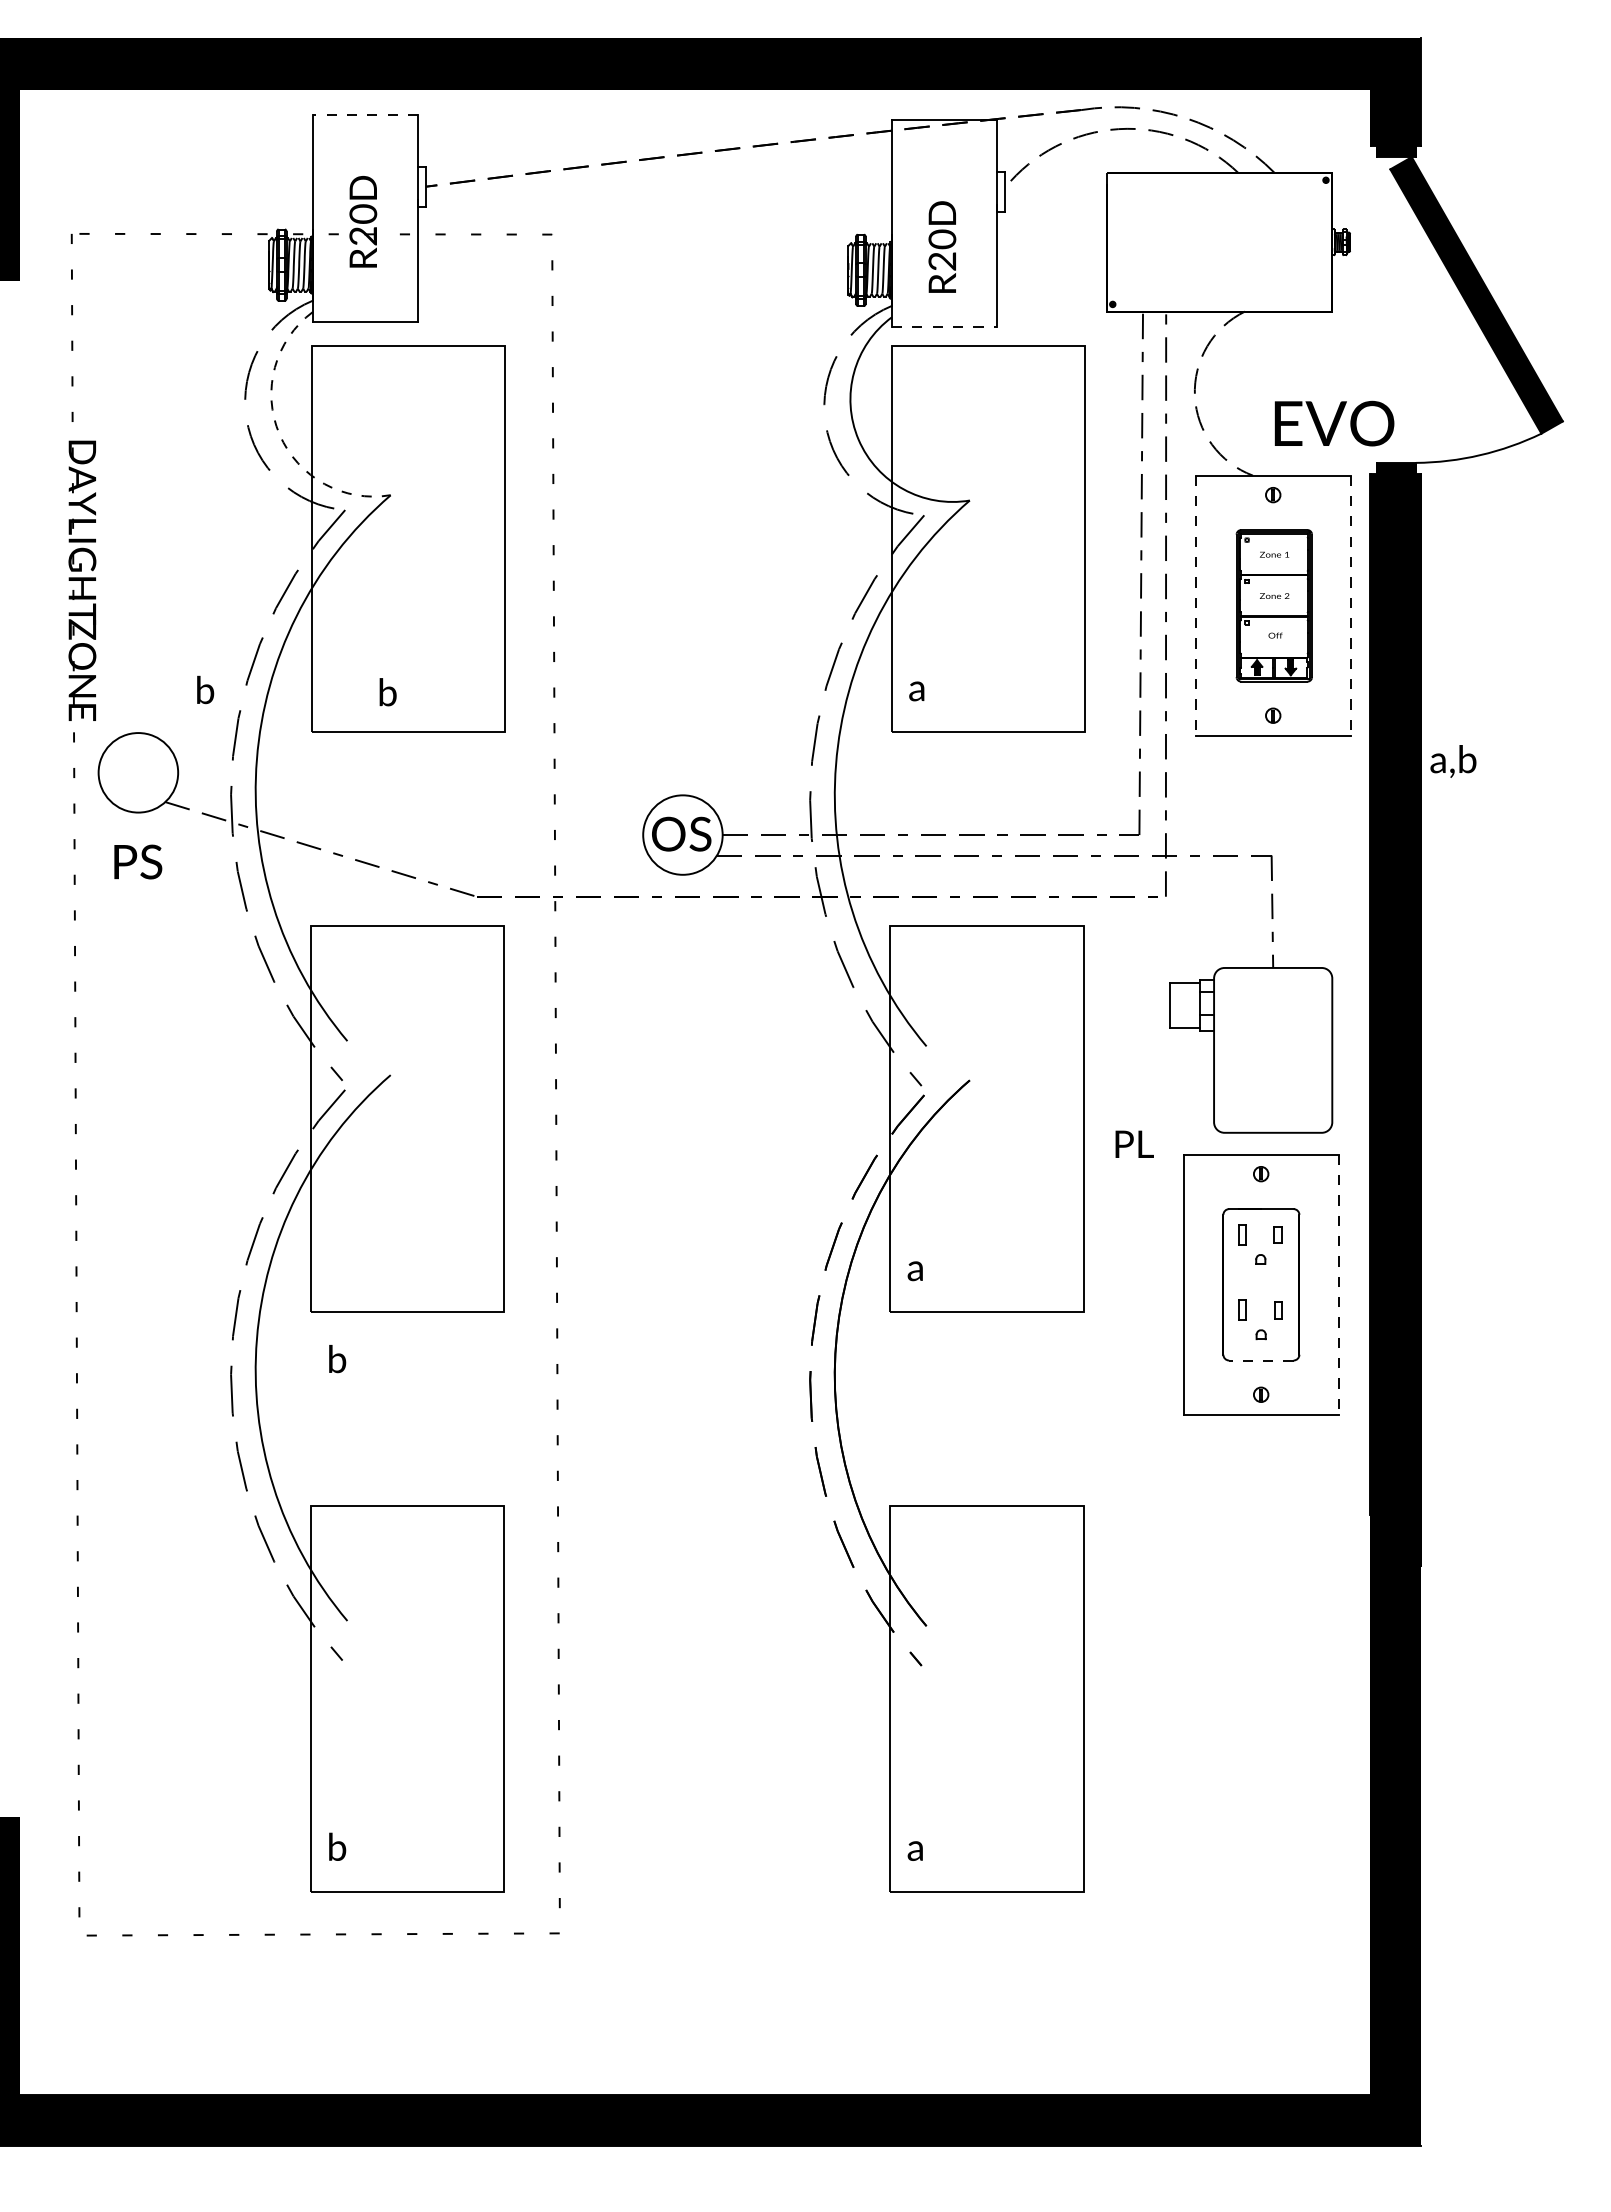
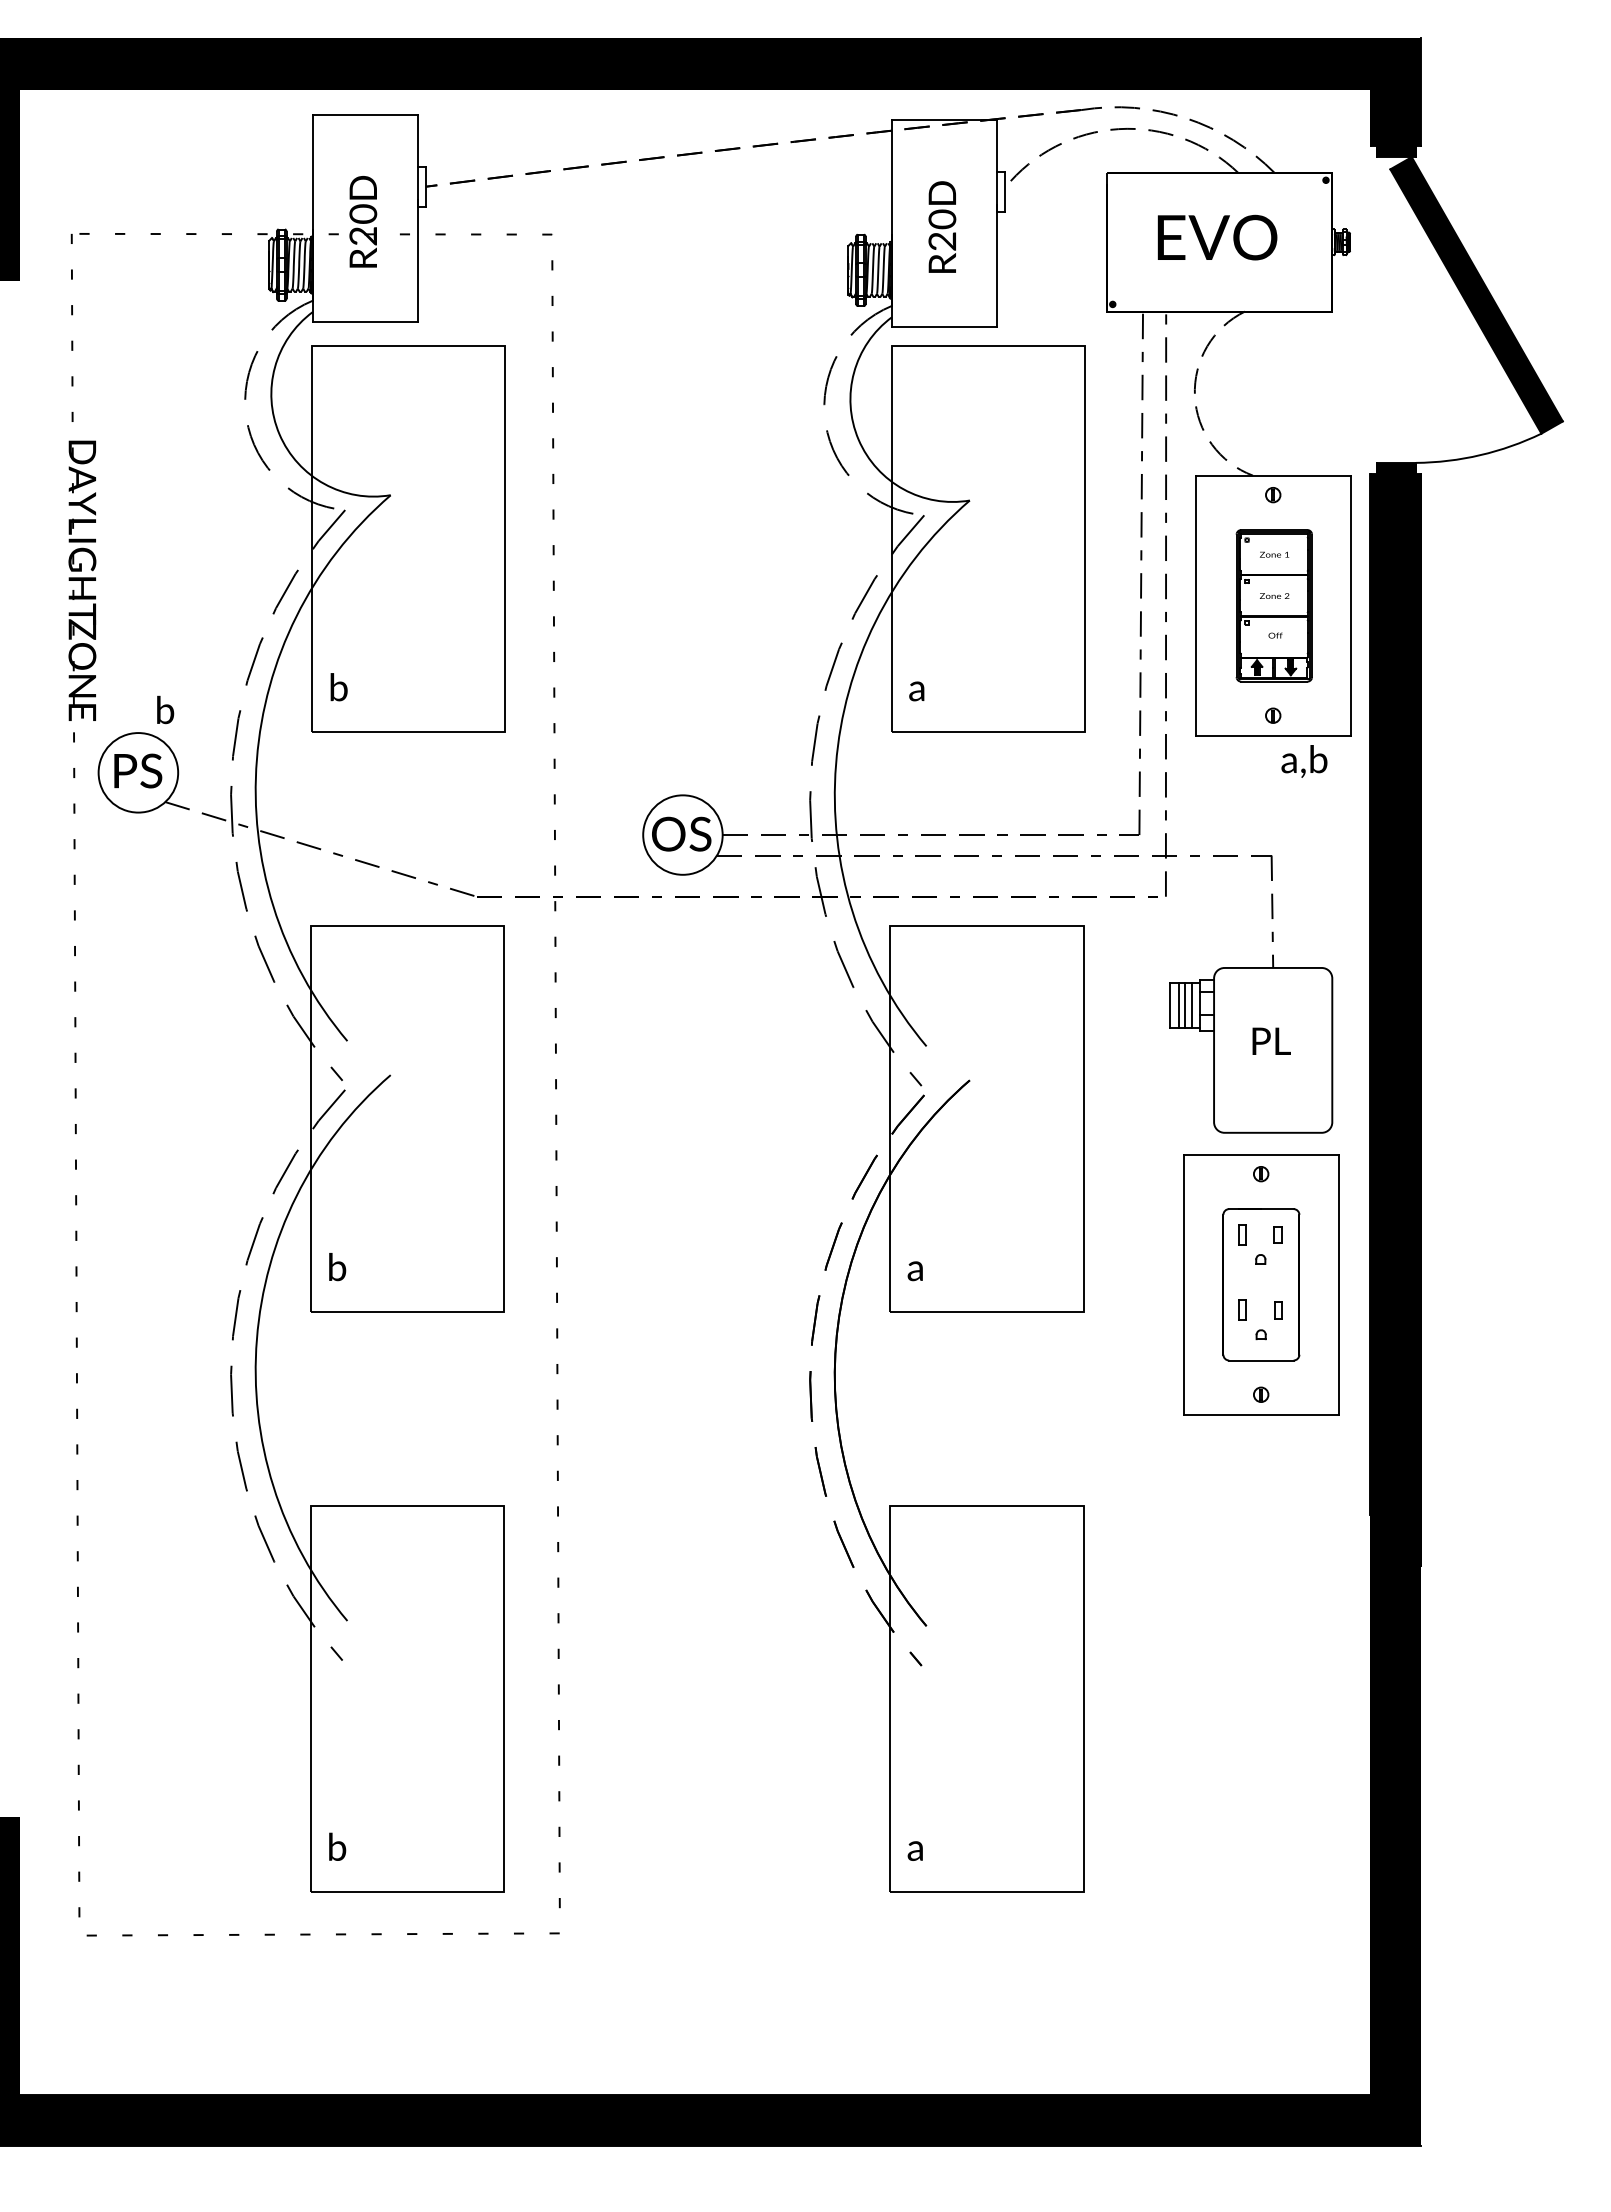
line at (365, 115): dashed -> solid
text at (942, 246) position: (942, 246) -> (942, 226)
line at (944, 327): dashed -> solid
text at (1334, 423) position: (1334, 423) -> (1217, 237)
arc at (279, 434): dashed -> solid
line at (1195, 606): dashed -> solid
line at (1350, 606): dashed -> solid
text at (205, 689) position: (205, 689) -> (165, 709)
text at (387, 692) position: (387, 692) -> (338, 687)
text at (1453, 761) position: (1453, 761) -> (1304, 761)
text at (138, 861) position: (138, 861) -> (138, 770)
line at (1178, 1005): none -> present
line at (1185, 1005): none -> present
line at (1191, 1005): none -> present
text at (1134, 1143) position: (1134, 1143) -> (1271, 1040)
line at (1338, 1285): dashed -> solid
text at (337, 1359) position: (337, 1359) -> (337, 1267)
line at (1260, 1360): dashed -> solid
